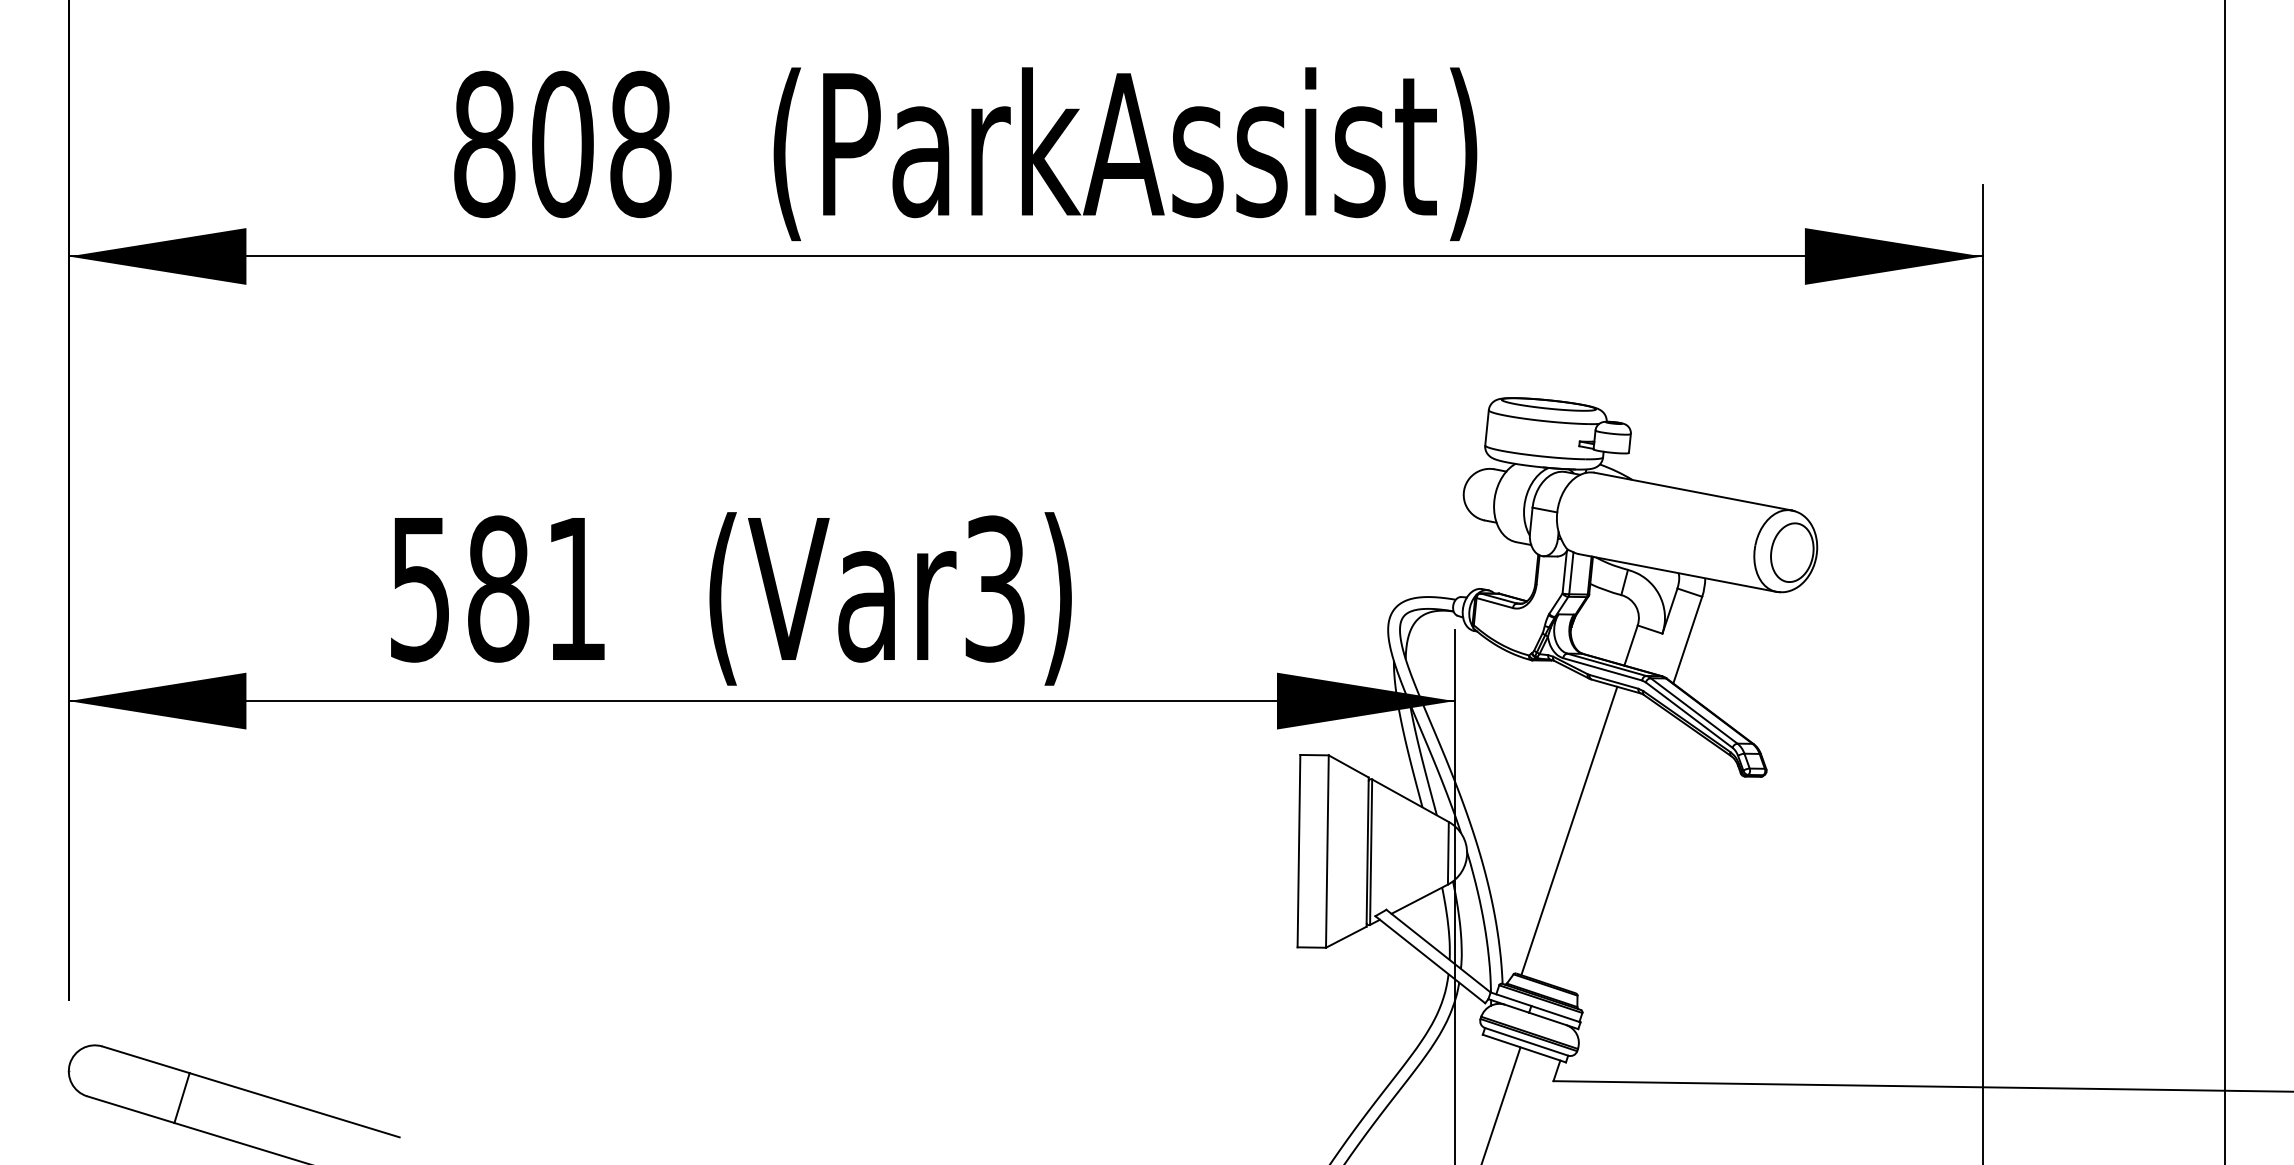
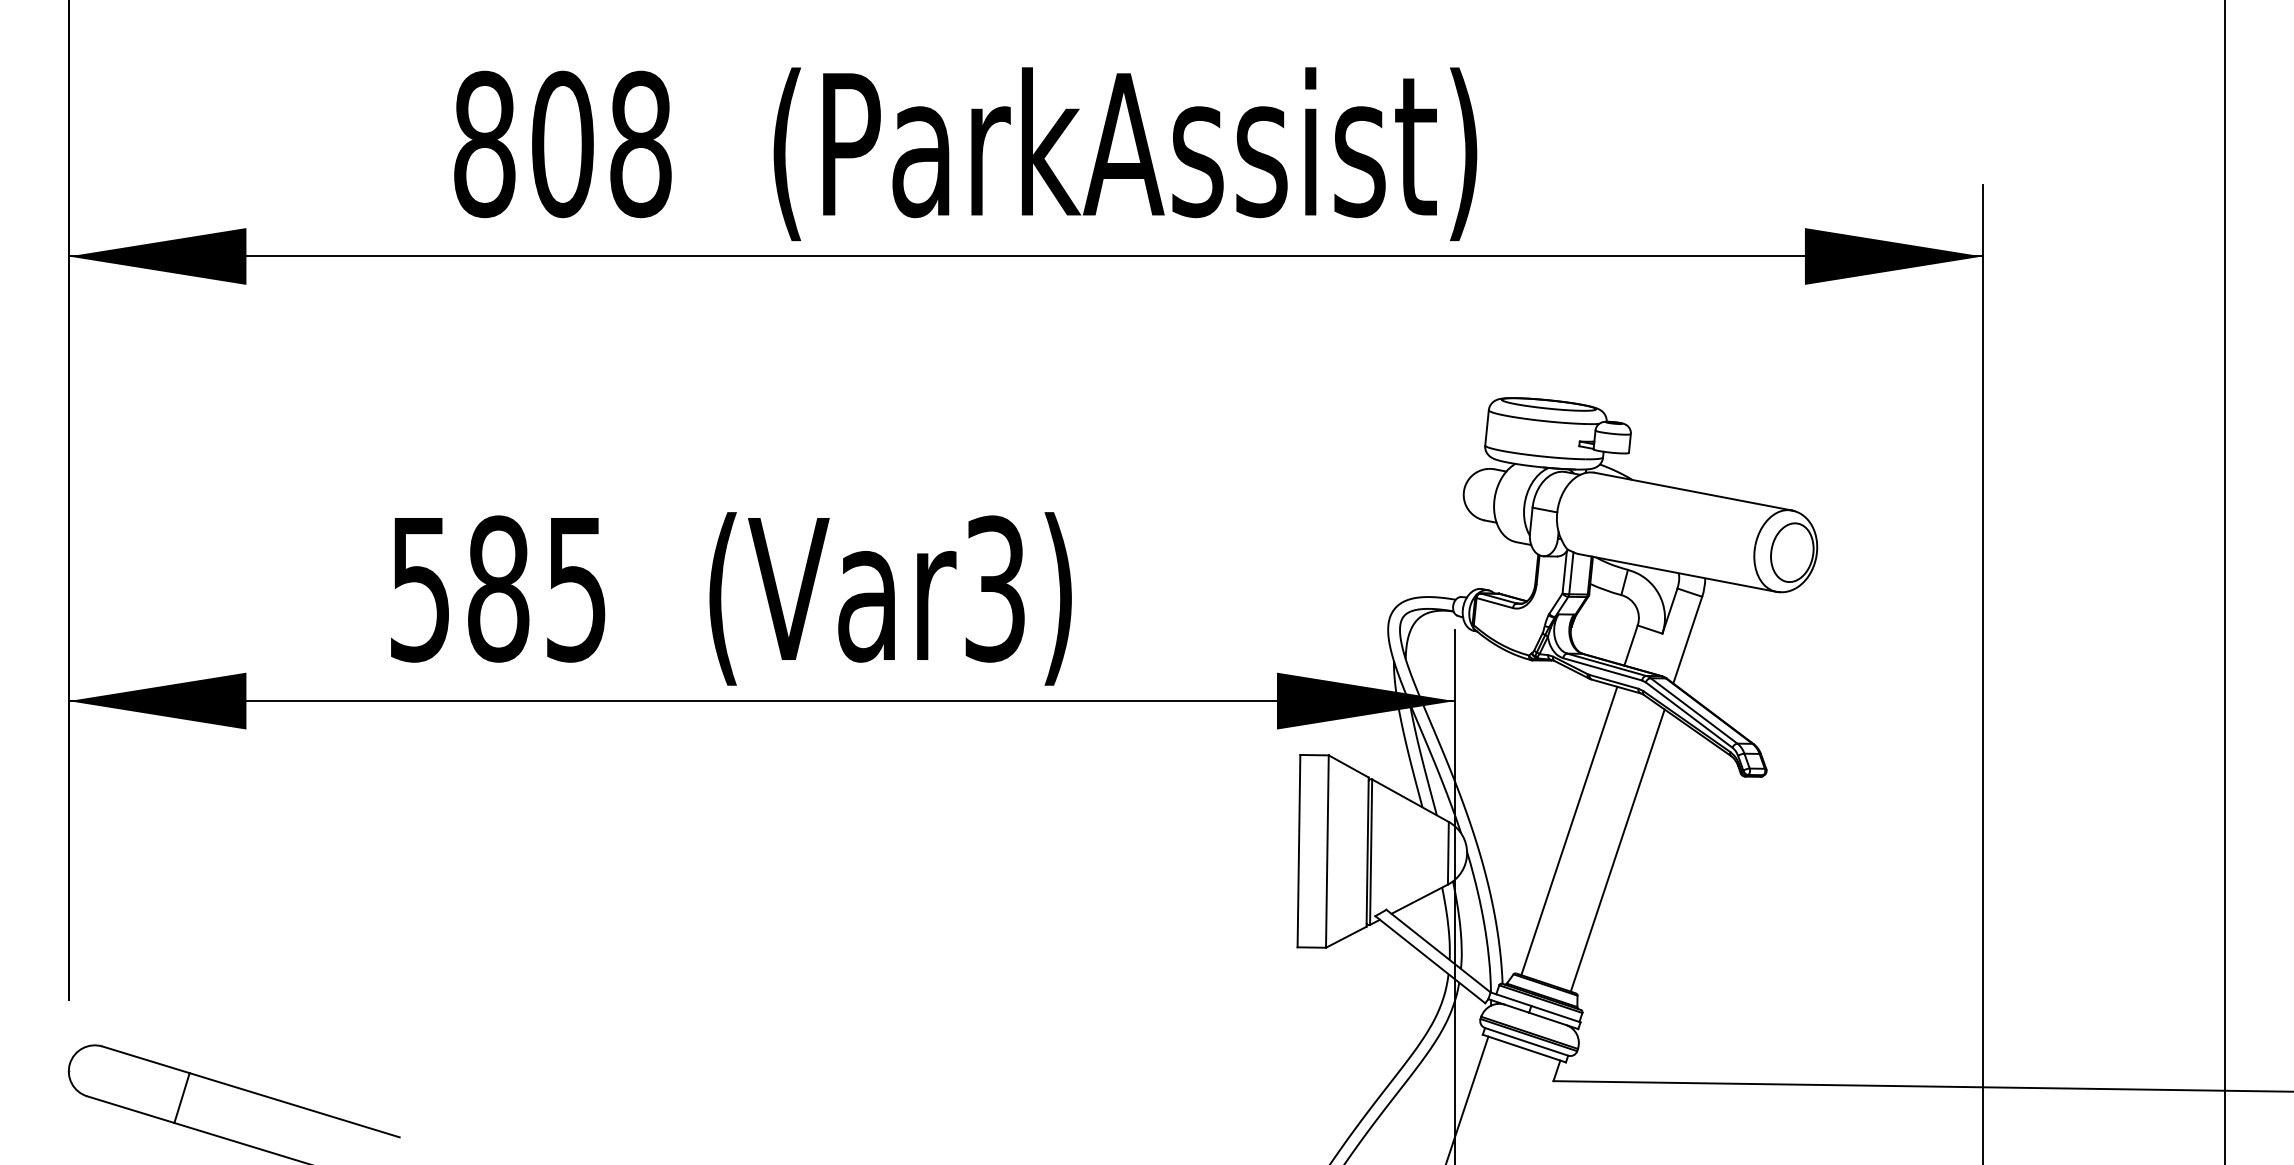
text at (576, 590): 581 -> 585
line at (1617, 850): none -> present
line at (1501, 1104) position: (1501, 1104) -> (1467, 1098)
